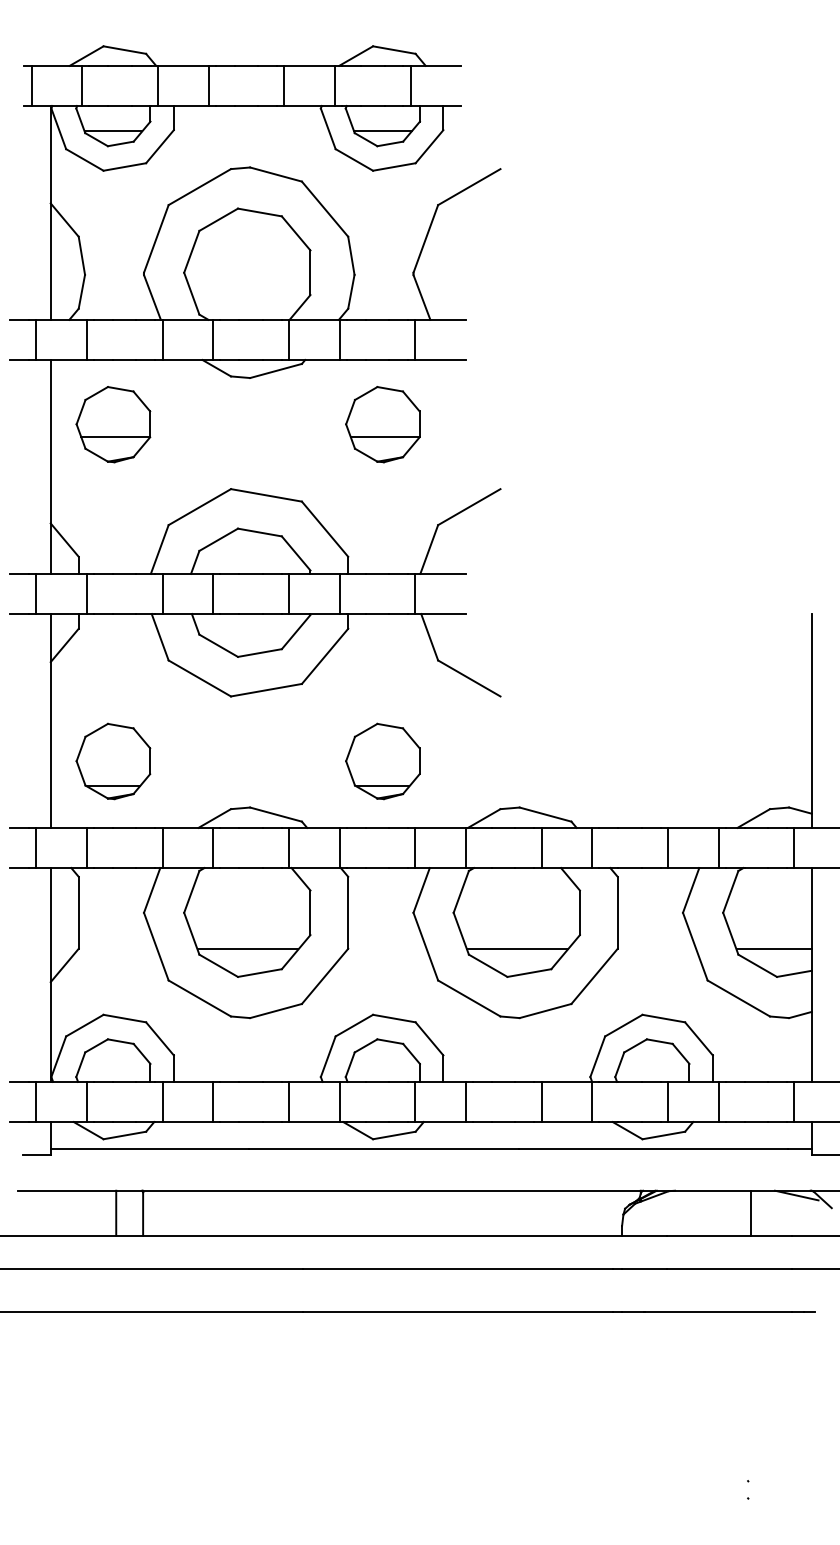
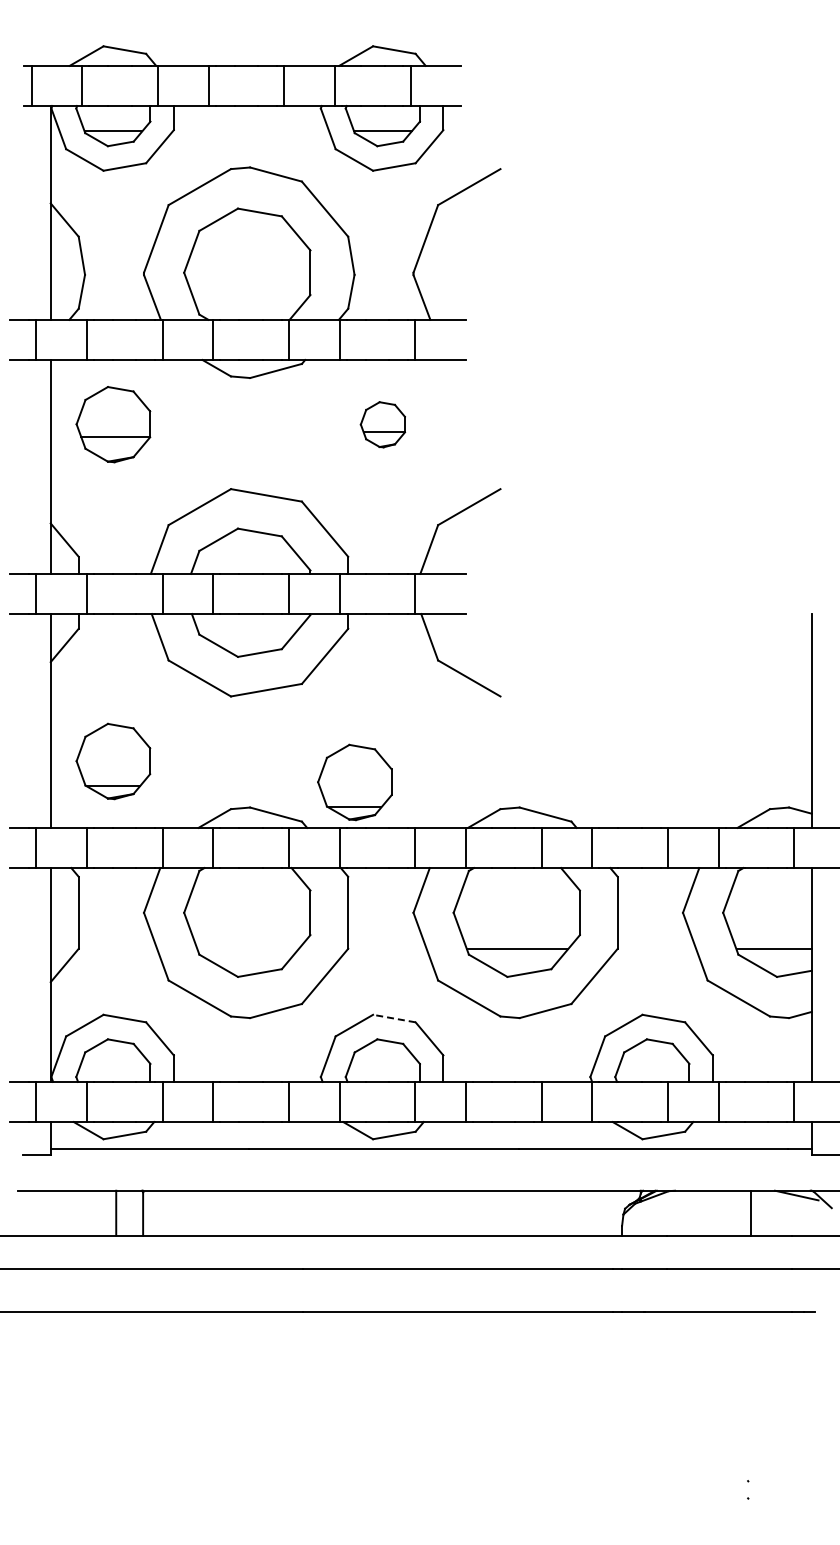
part at (382, 424) size: 76x78 px -> 48x48 px
part at (382, 761) position: (382, 761) -> (354, 782)
line at (247, 949): present -> none
line at (394, 1018): solid -> dashed
